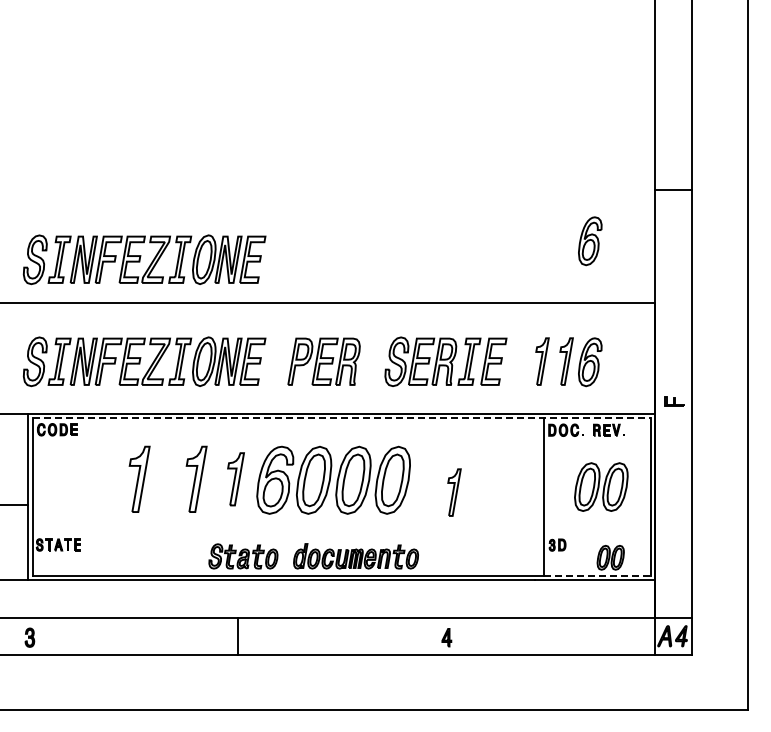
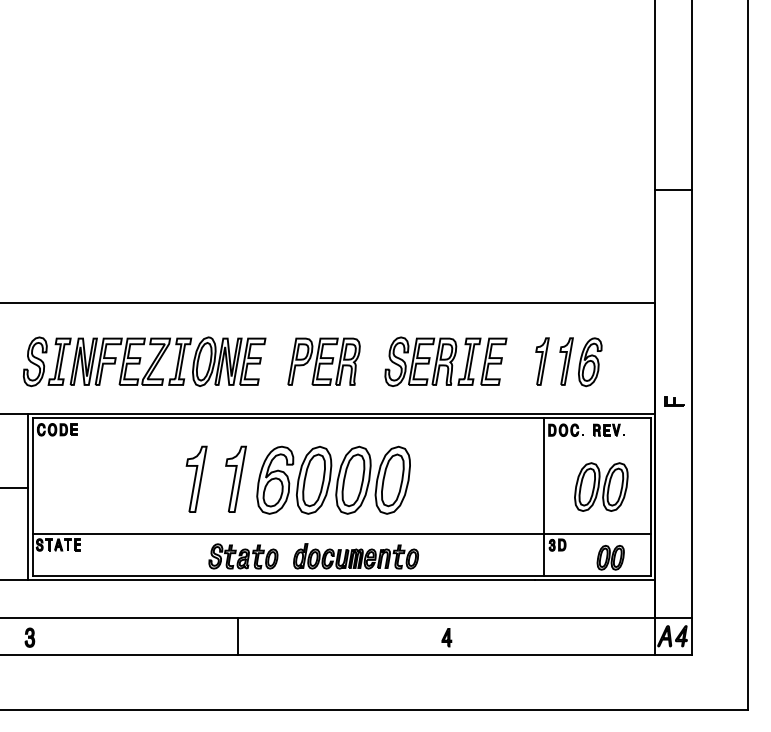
part at (590, 241): present -> none
part at (144, 259): present -> none
line at (341, 418): dashed -> solid
part at (139, 478): present -> none
part at (235, 479) size: 18x55 px -> 22x68 px
part at (454, 492): present -> none
line at (15, 504) position: (15, 504) -> (15, 487)
line at (341, 534): none -> present
line at (597, 575): dashed -> solid
